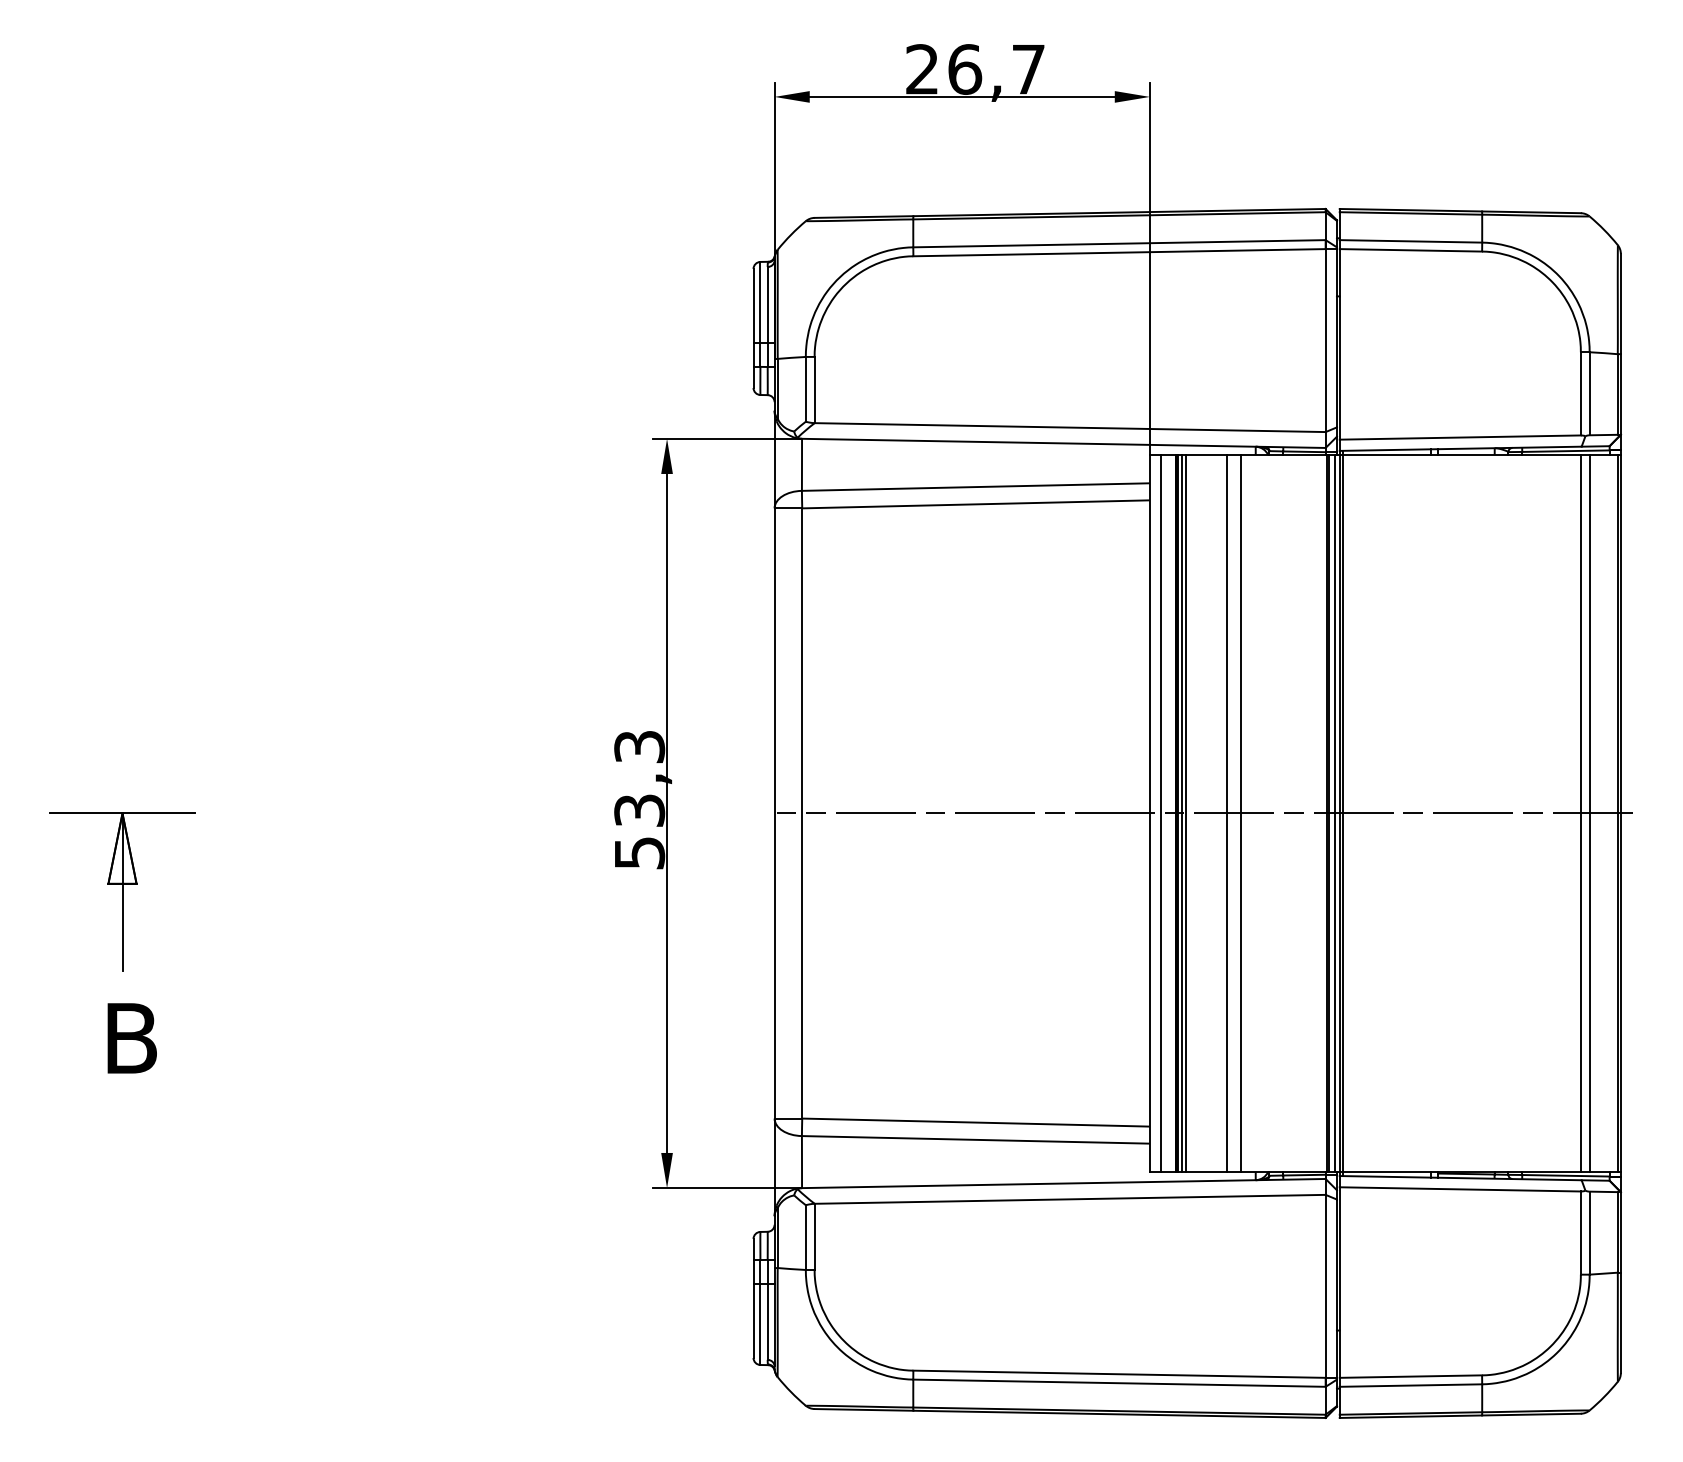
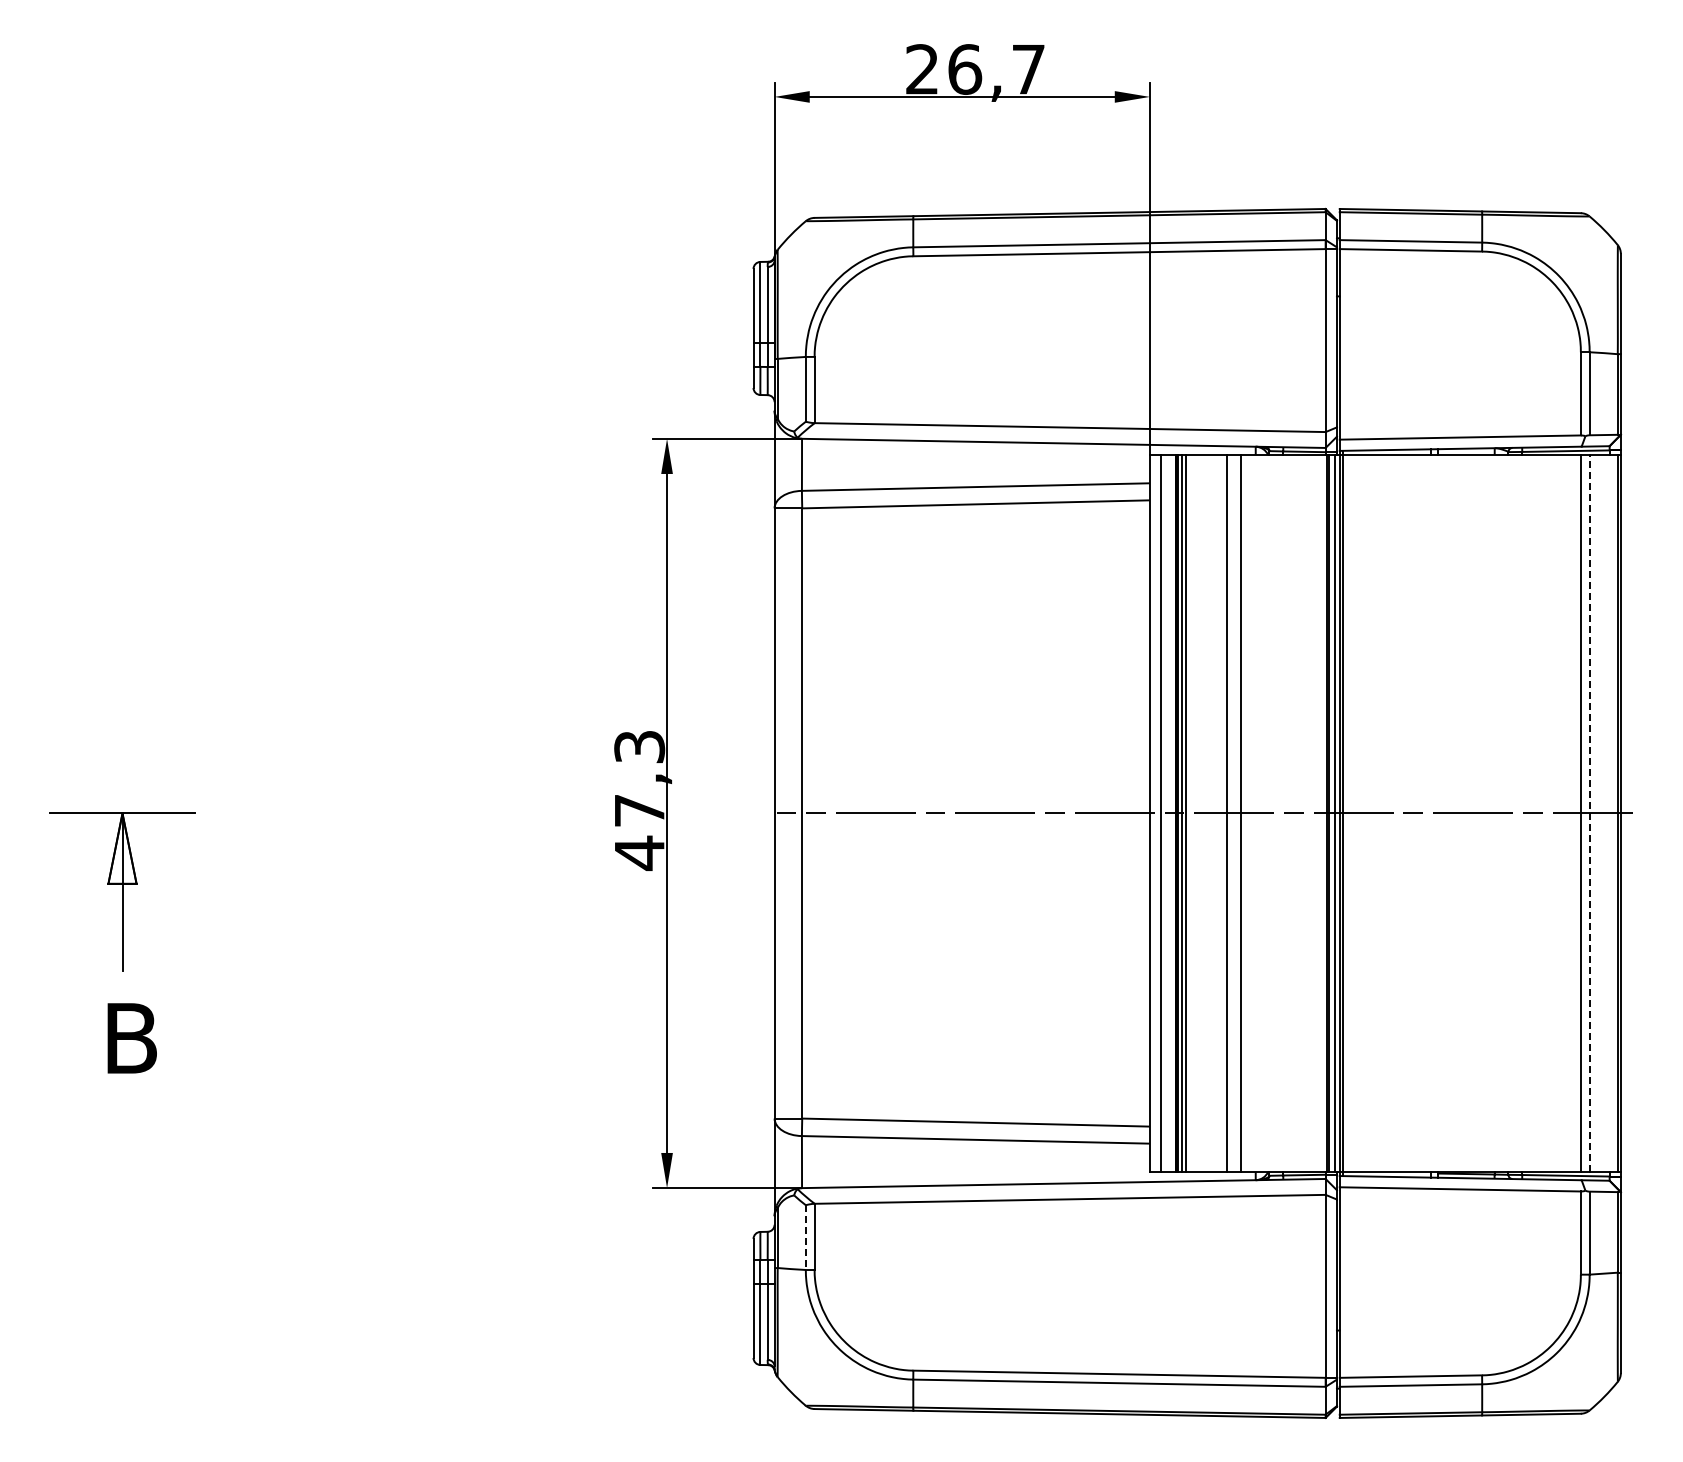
line at (1589, 812): solid -> dashed
text at (639, 832): 53,3 -> 47,3
line at (805, 1238): solid -> dashed
